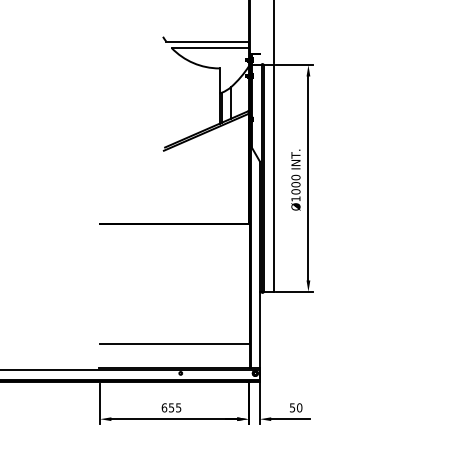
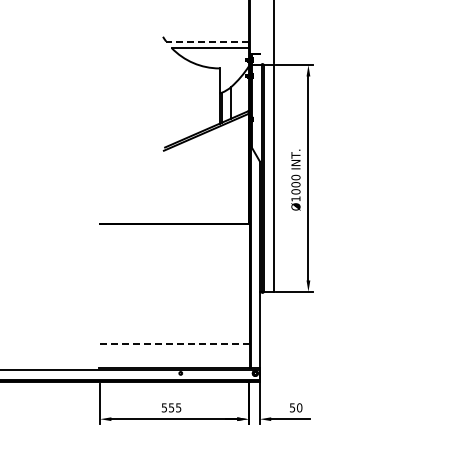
line at (207, 41): solid -> dashed
line at (175, 343): solid -> dashed
text at (164, 407): 655 -> 555
